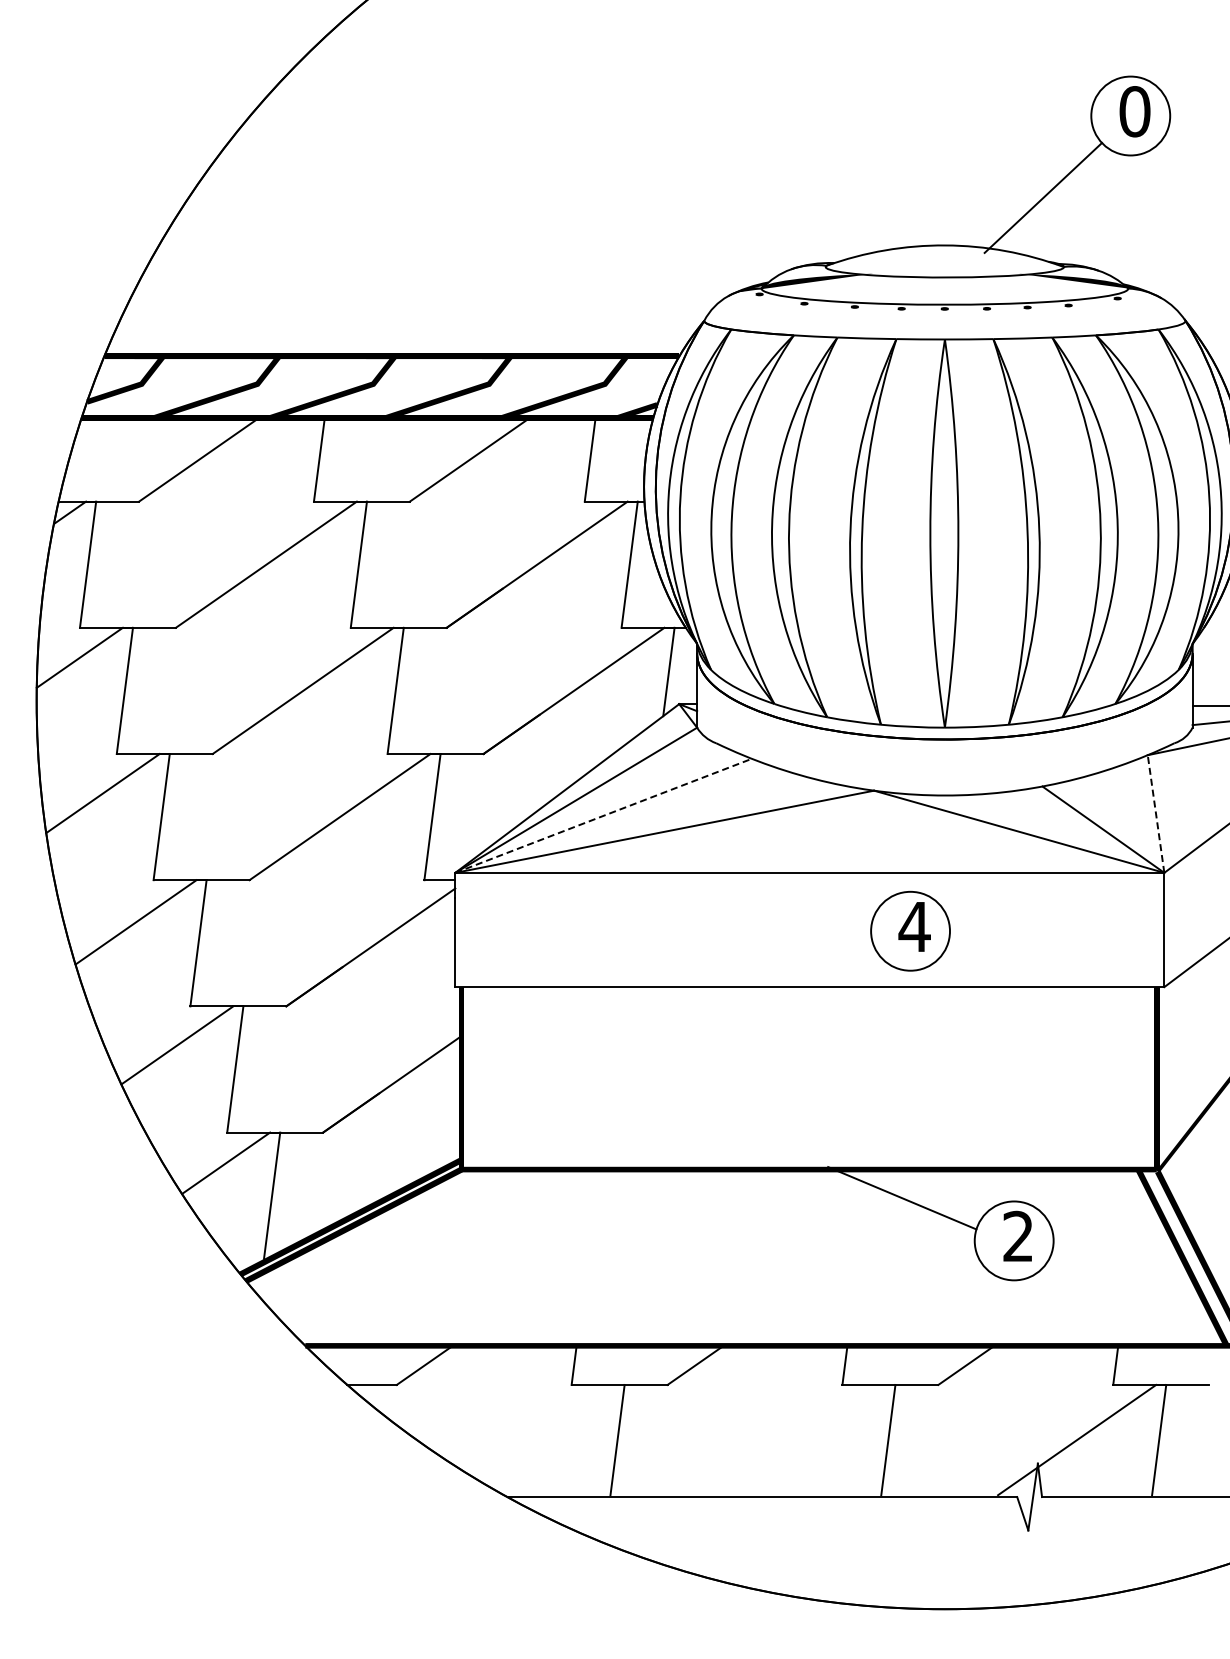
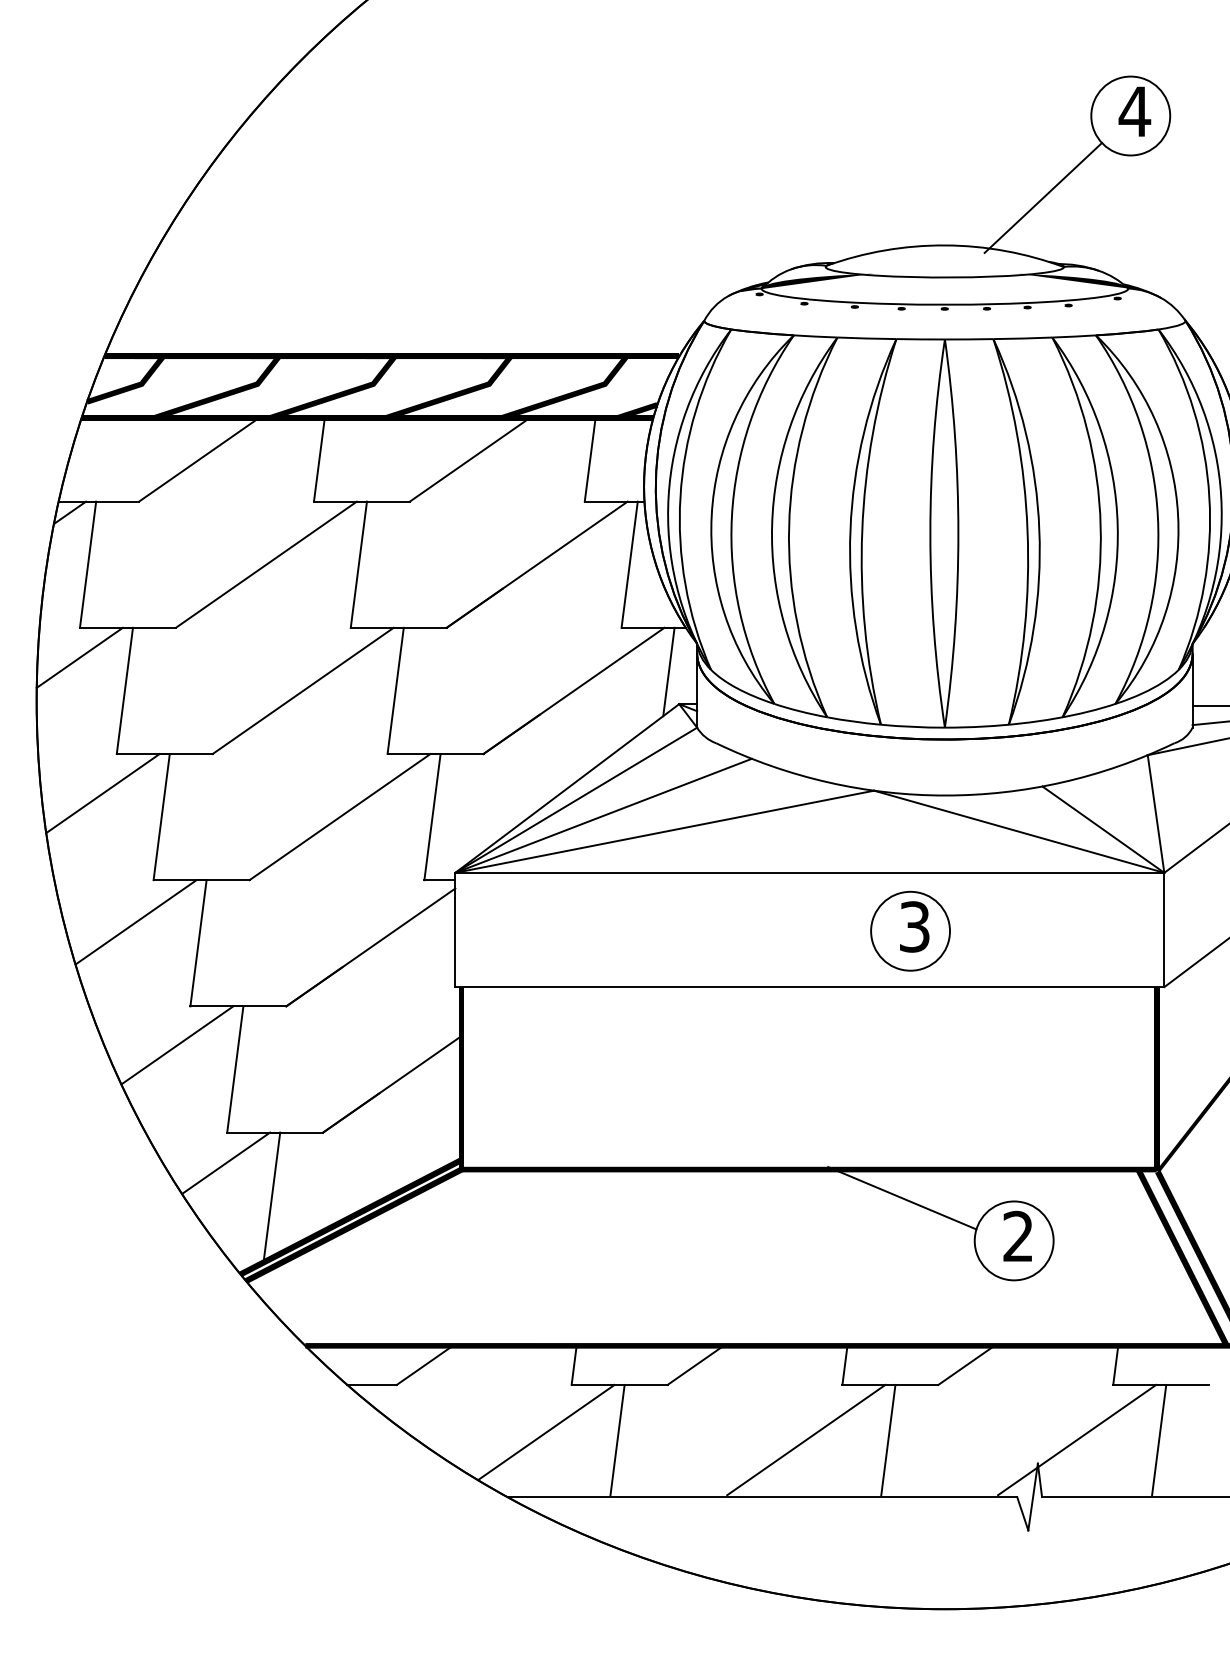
text at (1134, 111): 0 -> 4
line at (1155, 813): dashed -> solid
line at (603, 815): dashed -> solid
text at (914, 926): 4 -> 3
line at (546, 1432): none -> present
line at (806, 1439): none -> present
